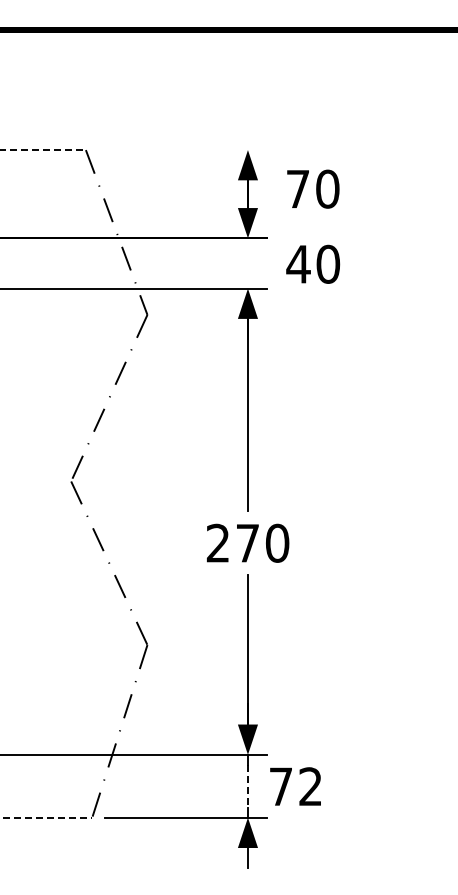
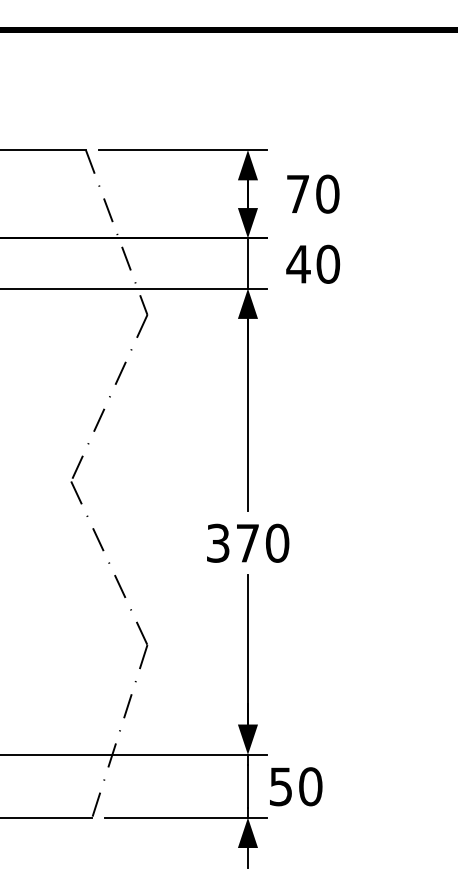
line at (43, 150): dashed -> solid
line at (182, 150): none -> present
text at (313, 188) position: (313, 188) -> (313, 193)
line at (247, 263): none -> present
text at (217, 543): 270 -> 370
line at (247, 786): dashed -> solid
text at (296, 786): 72 -> 50
line at (46, 817): dashed -> solid
